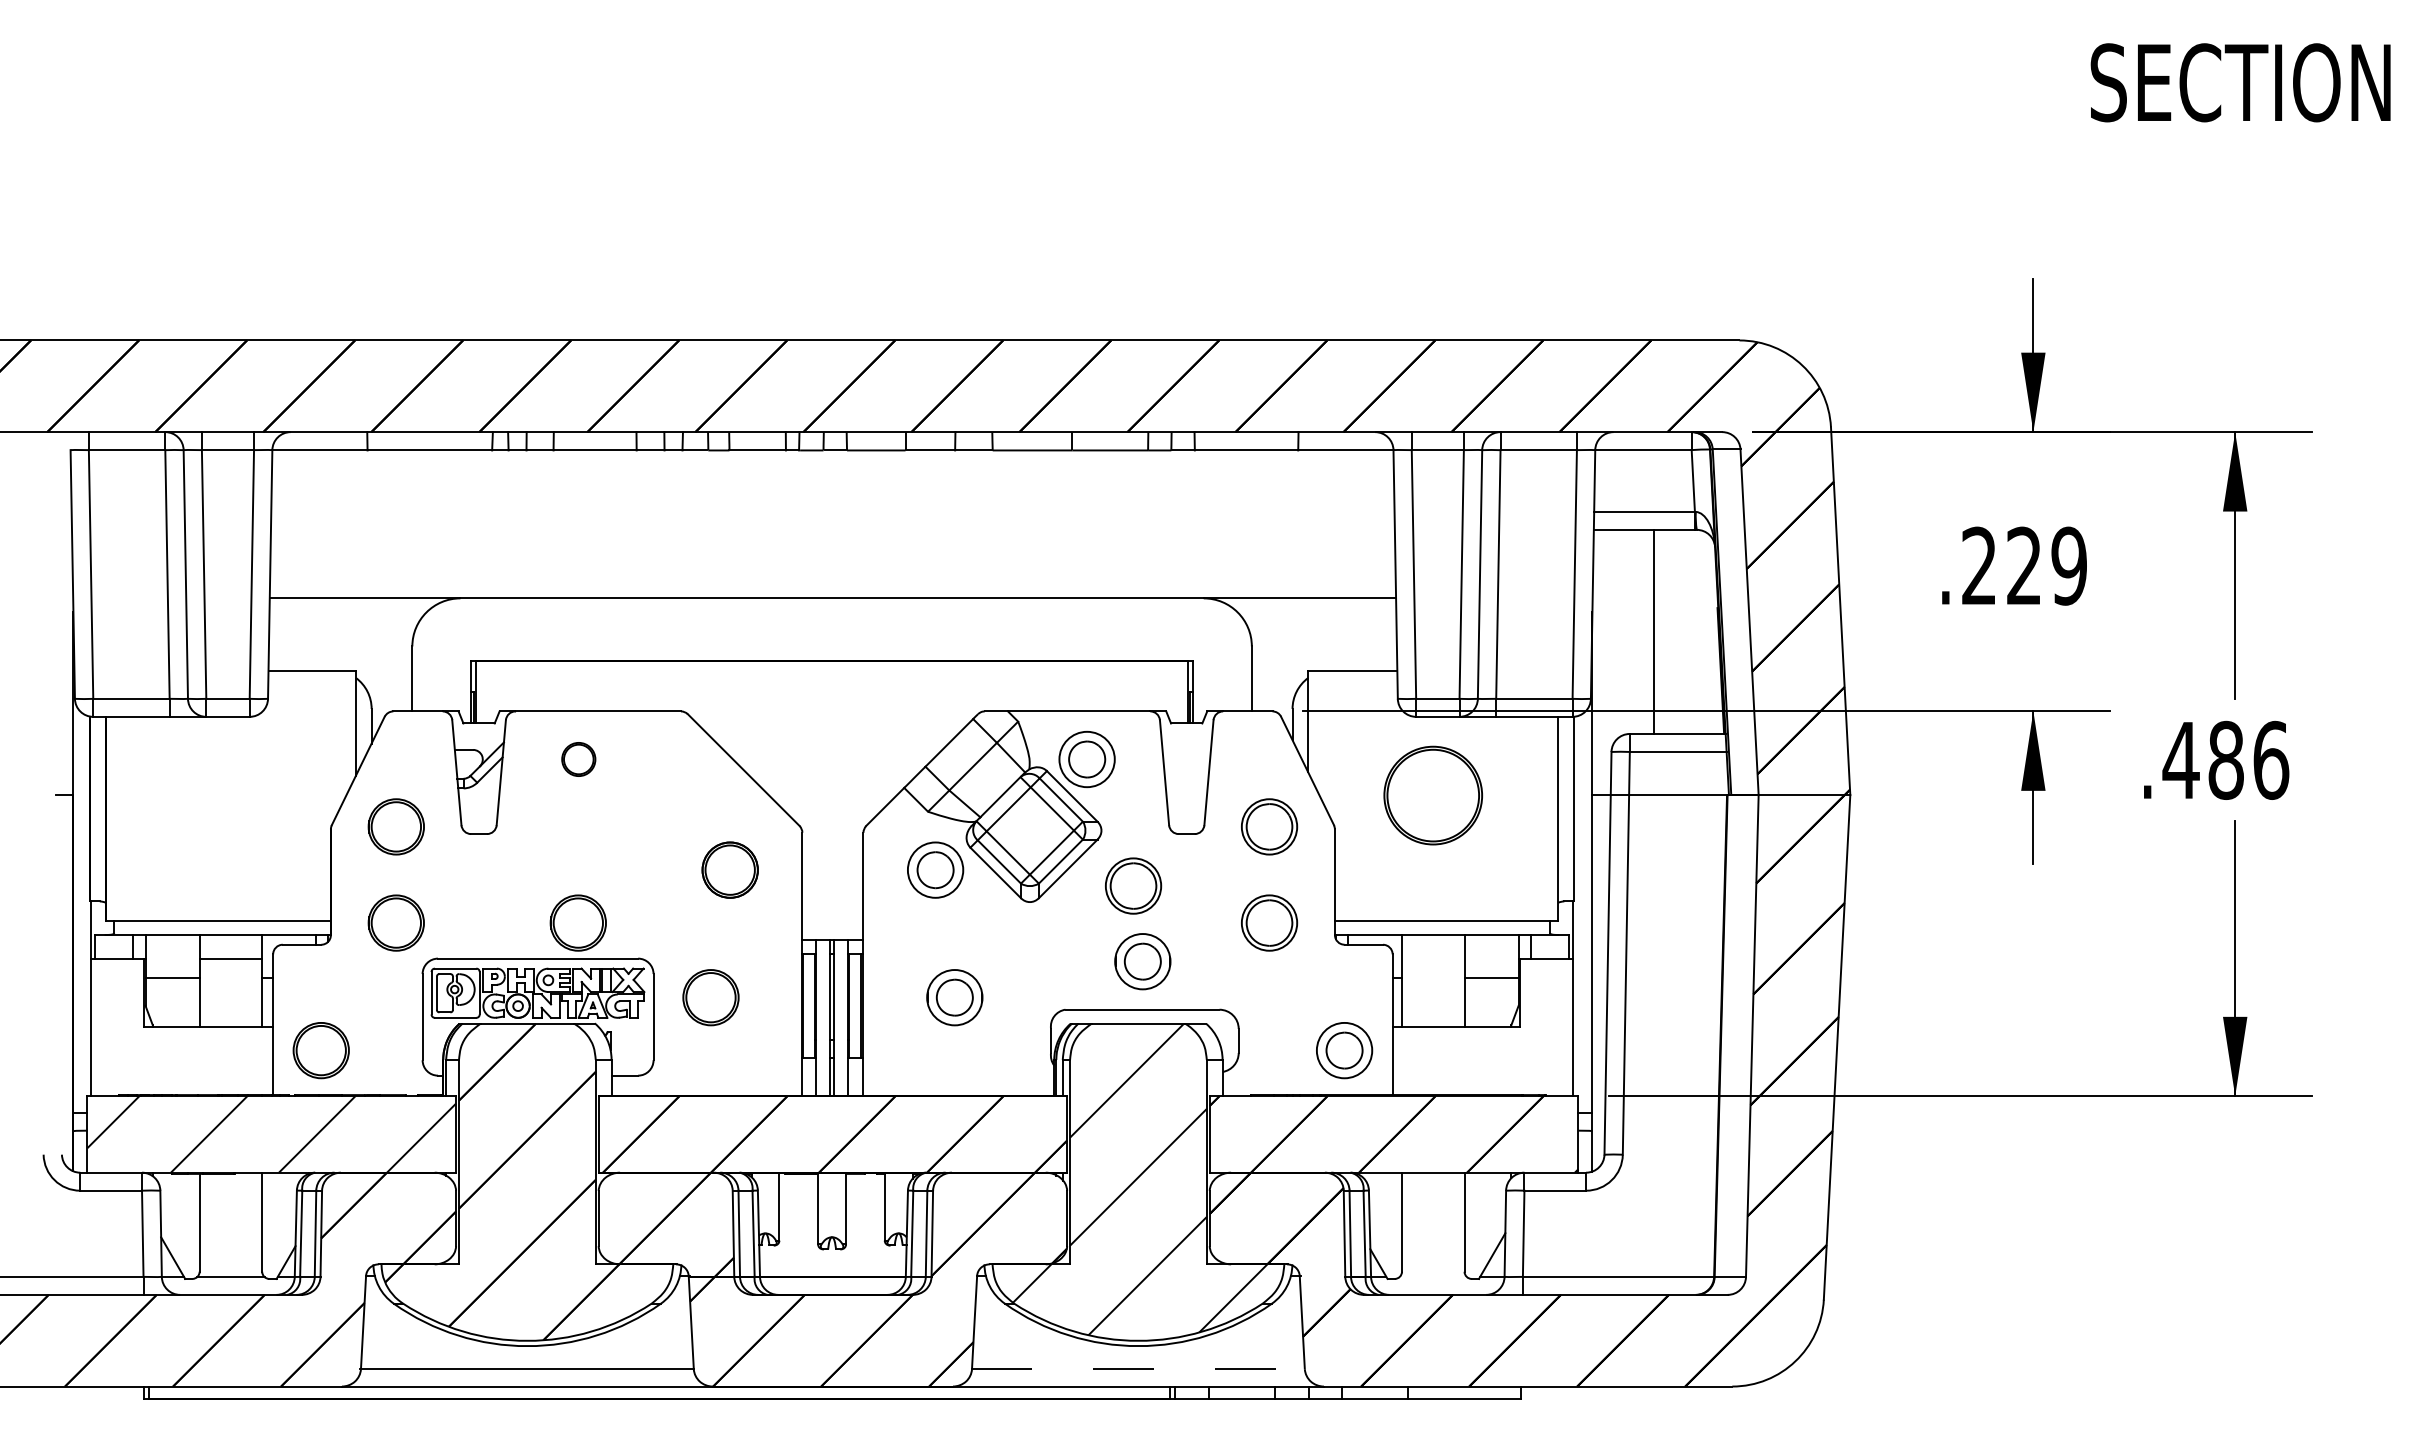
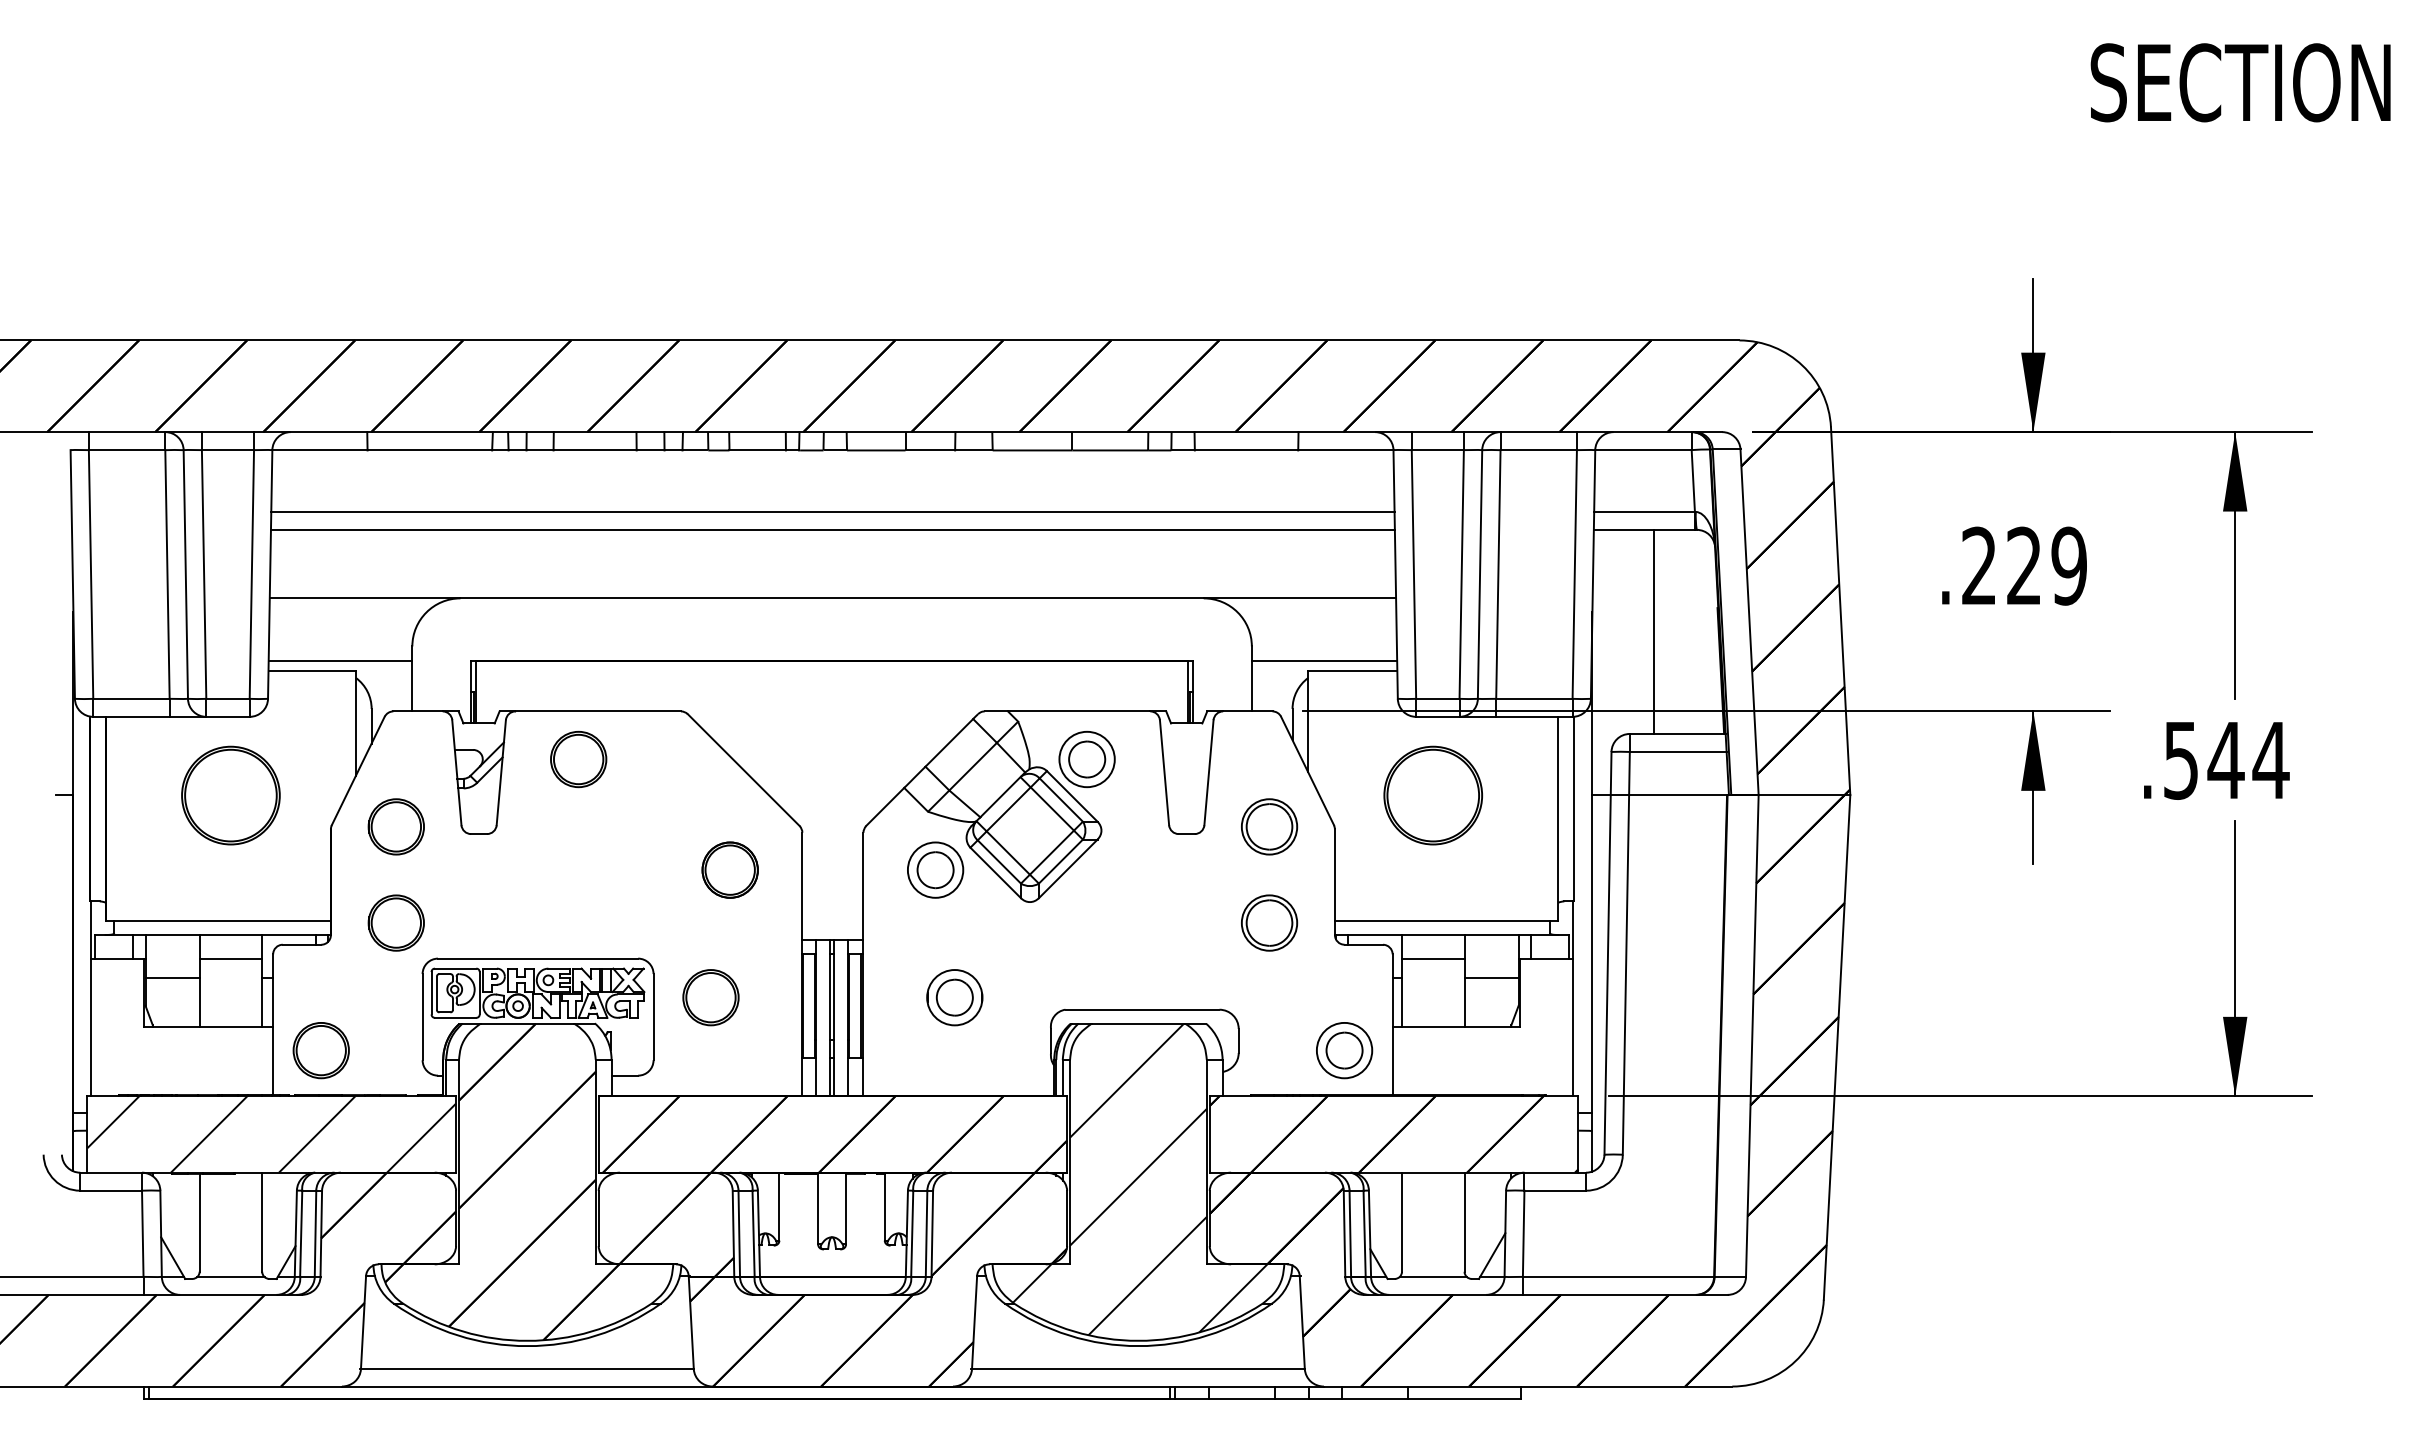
line at (832, 511): none -> present
line at (832, 529): none -> present
line at (340, 660): none -> present
line at (1324, 660): none -> present
part at (578, 759) size: 36x35 px -> 58x59 px
text at (2225, 759): .486 -> .544
part at (230, 795): none -> present
part at (1133, 885): present -> none
part at (577, 922): present -> none
line at (1432, 959): none -> present
part at (1142, 961): present -> none
line at (1432, 1277): none -> present
line at (1138, 1369): dashed -> solid
